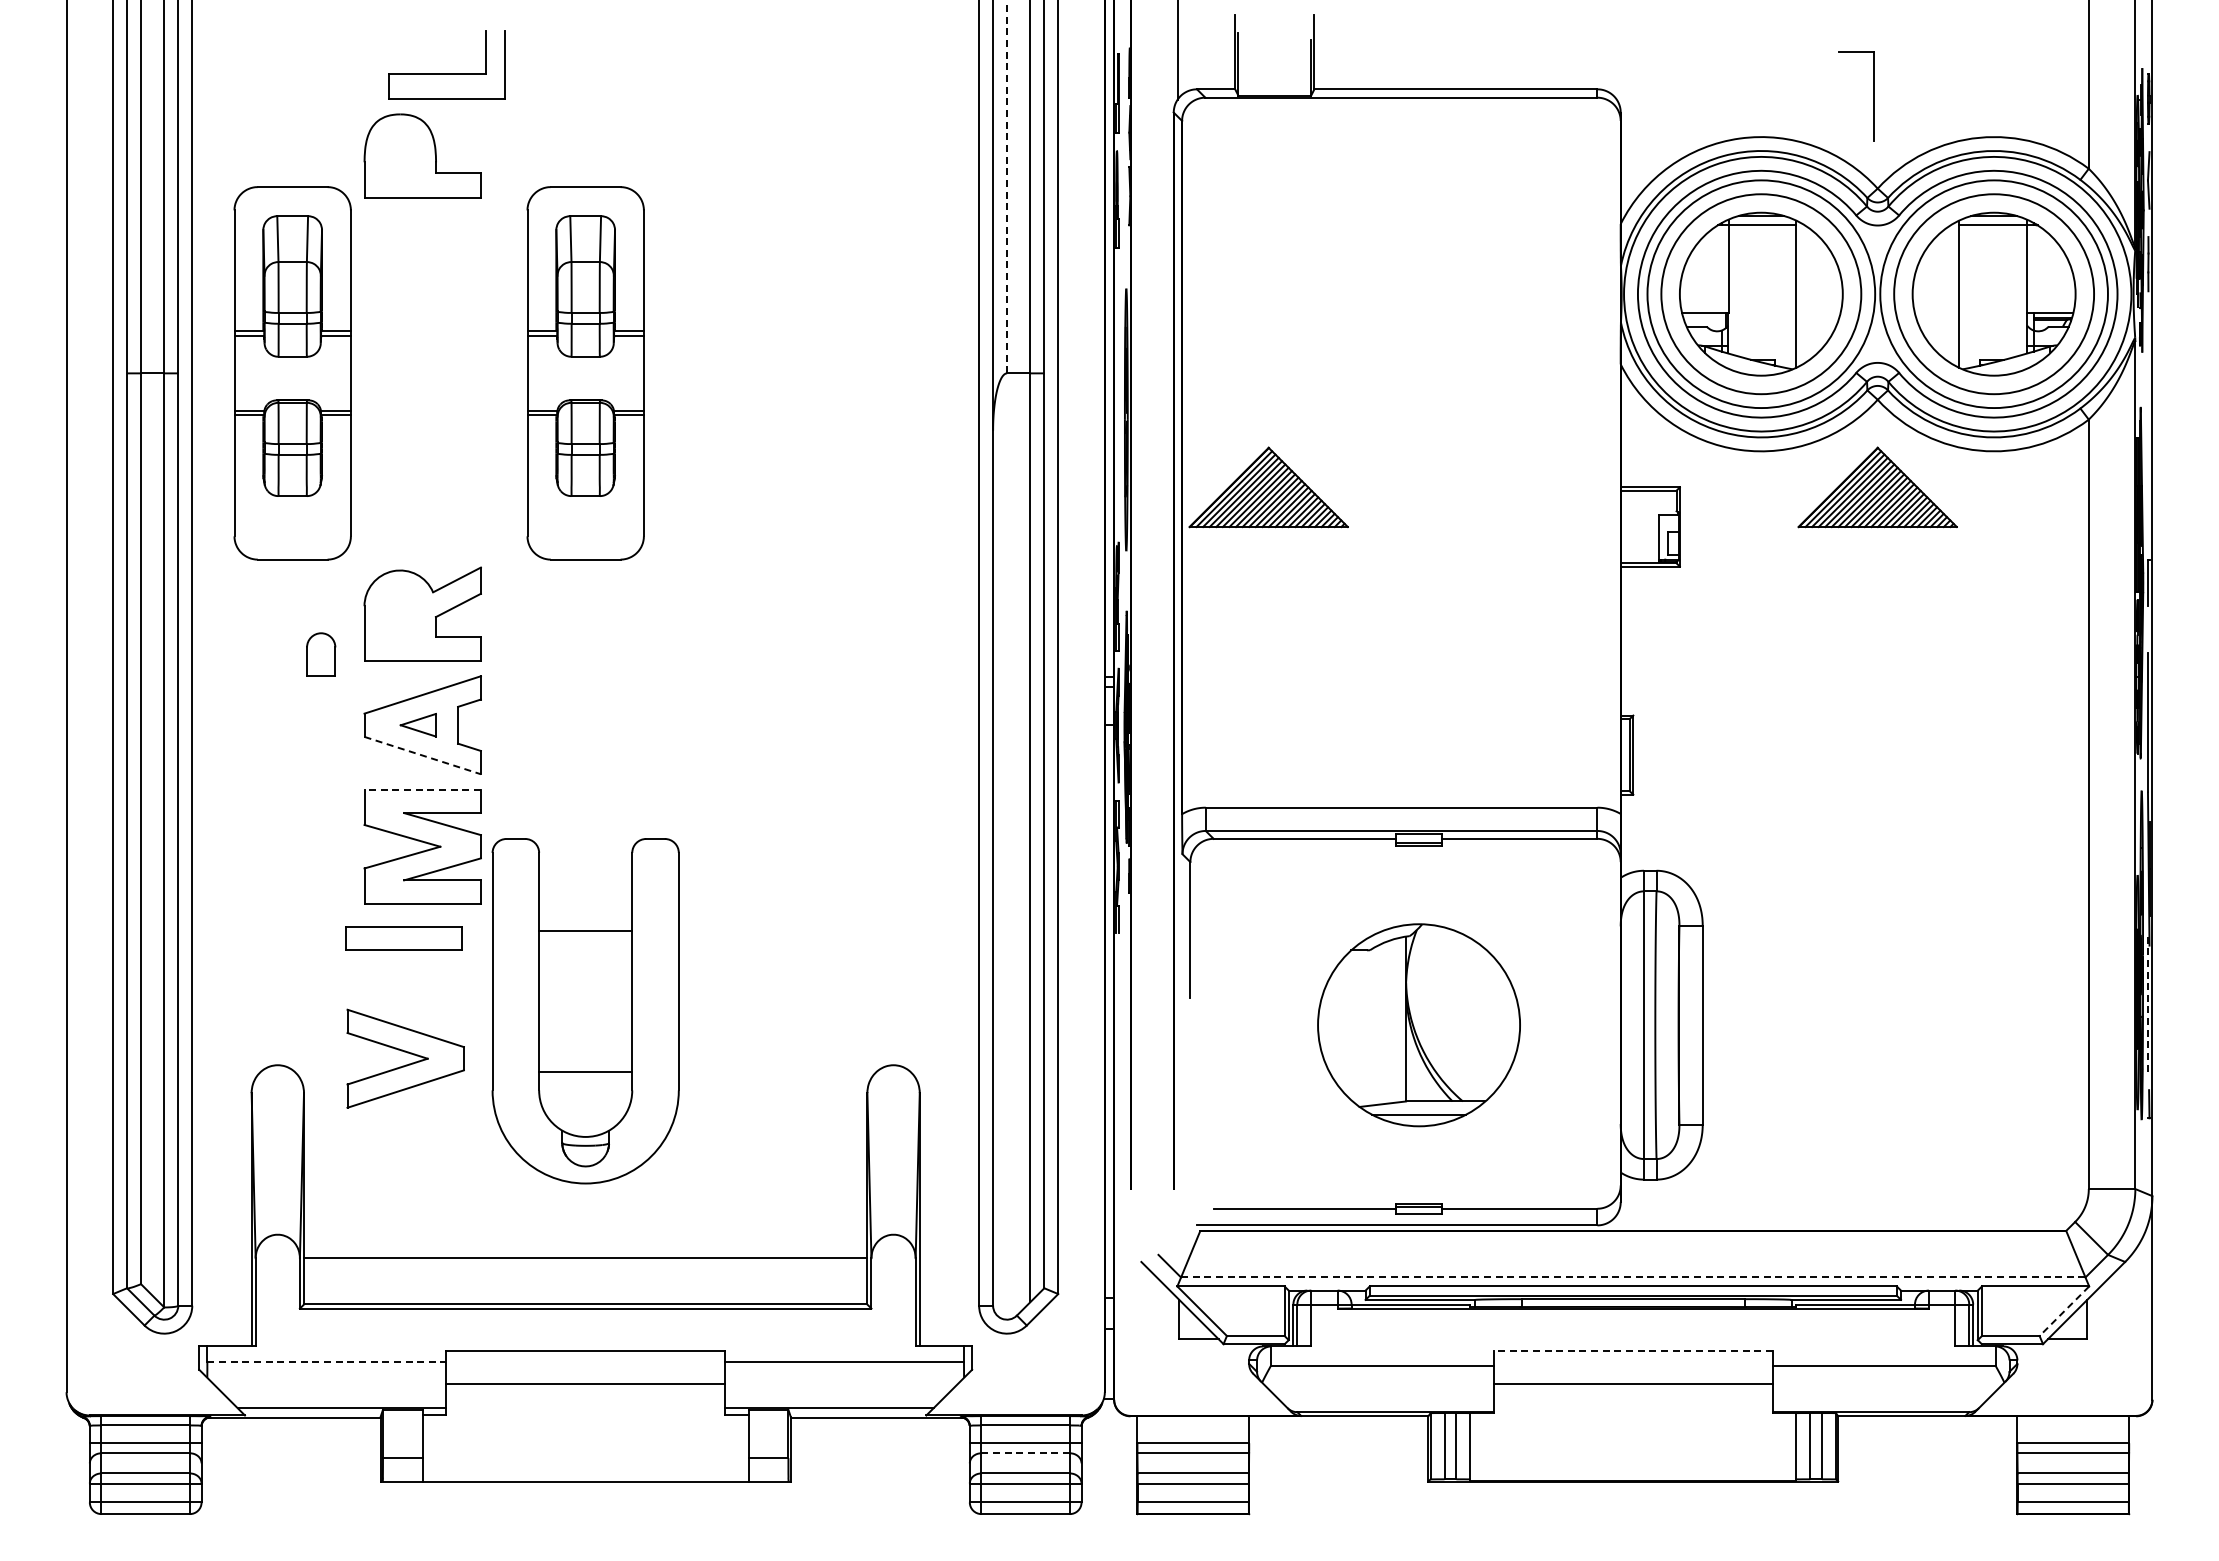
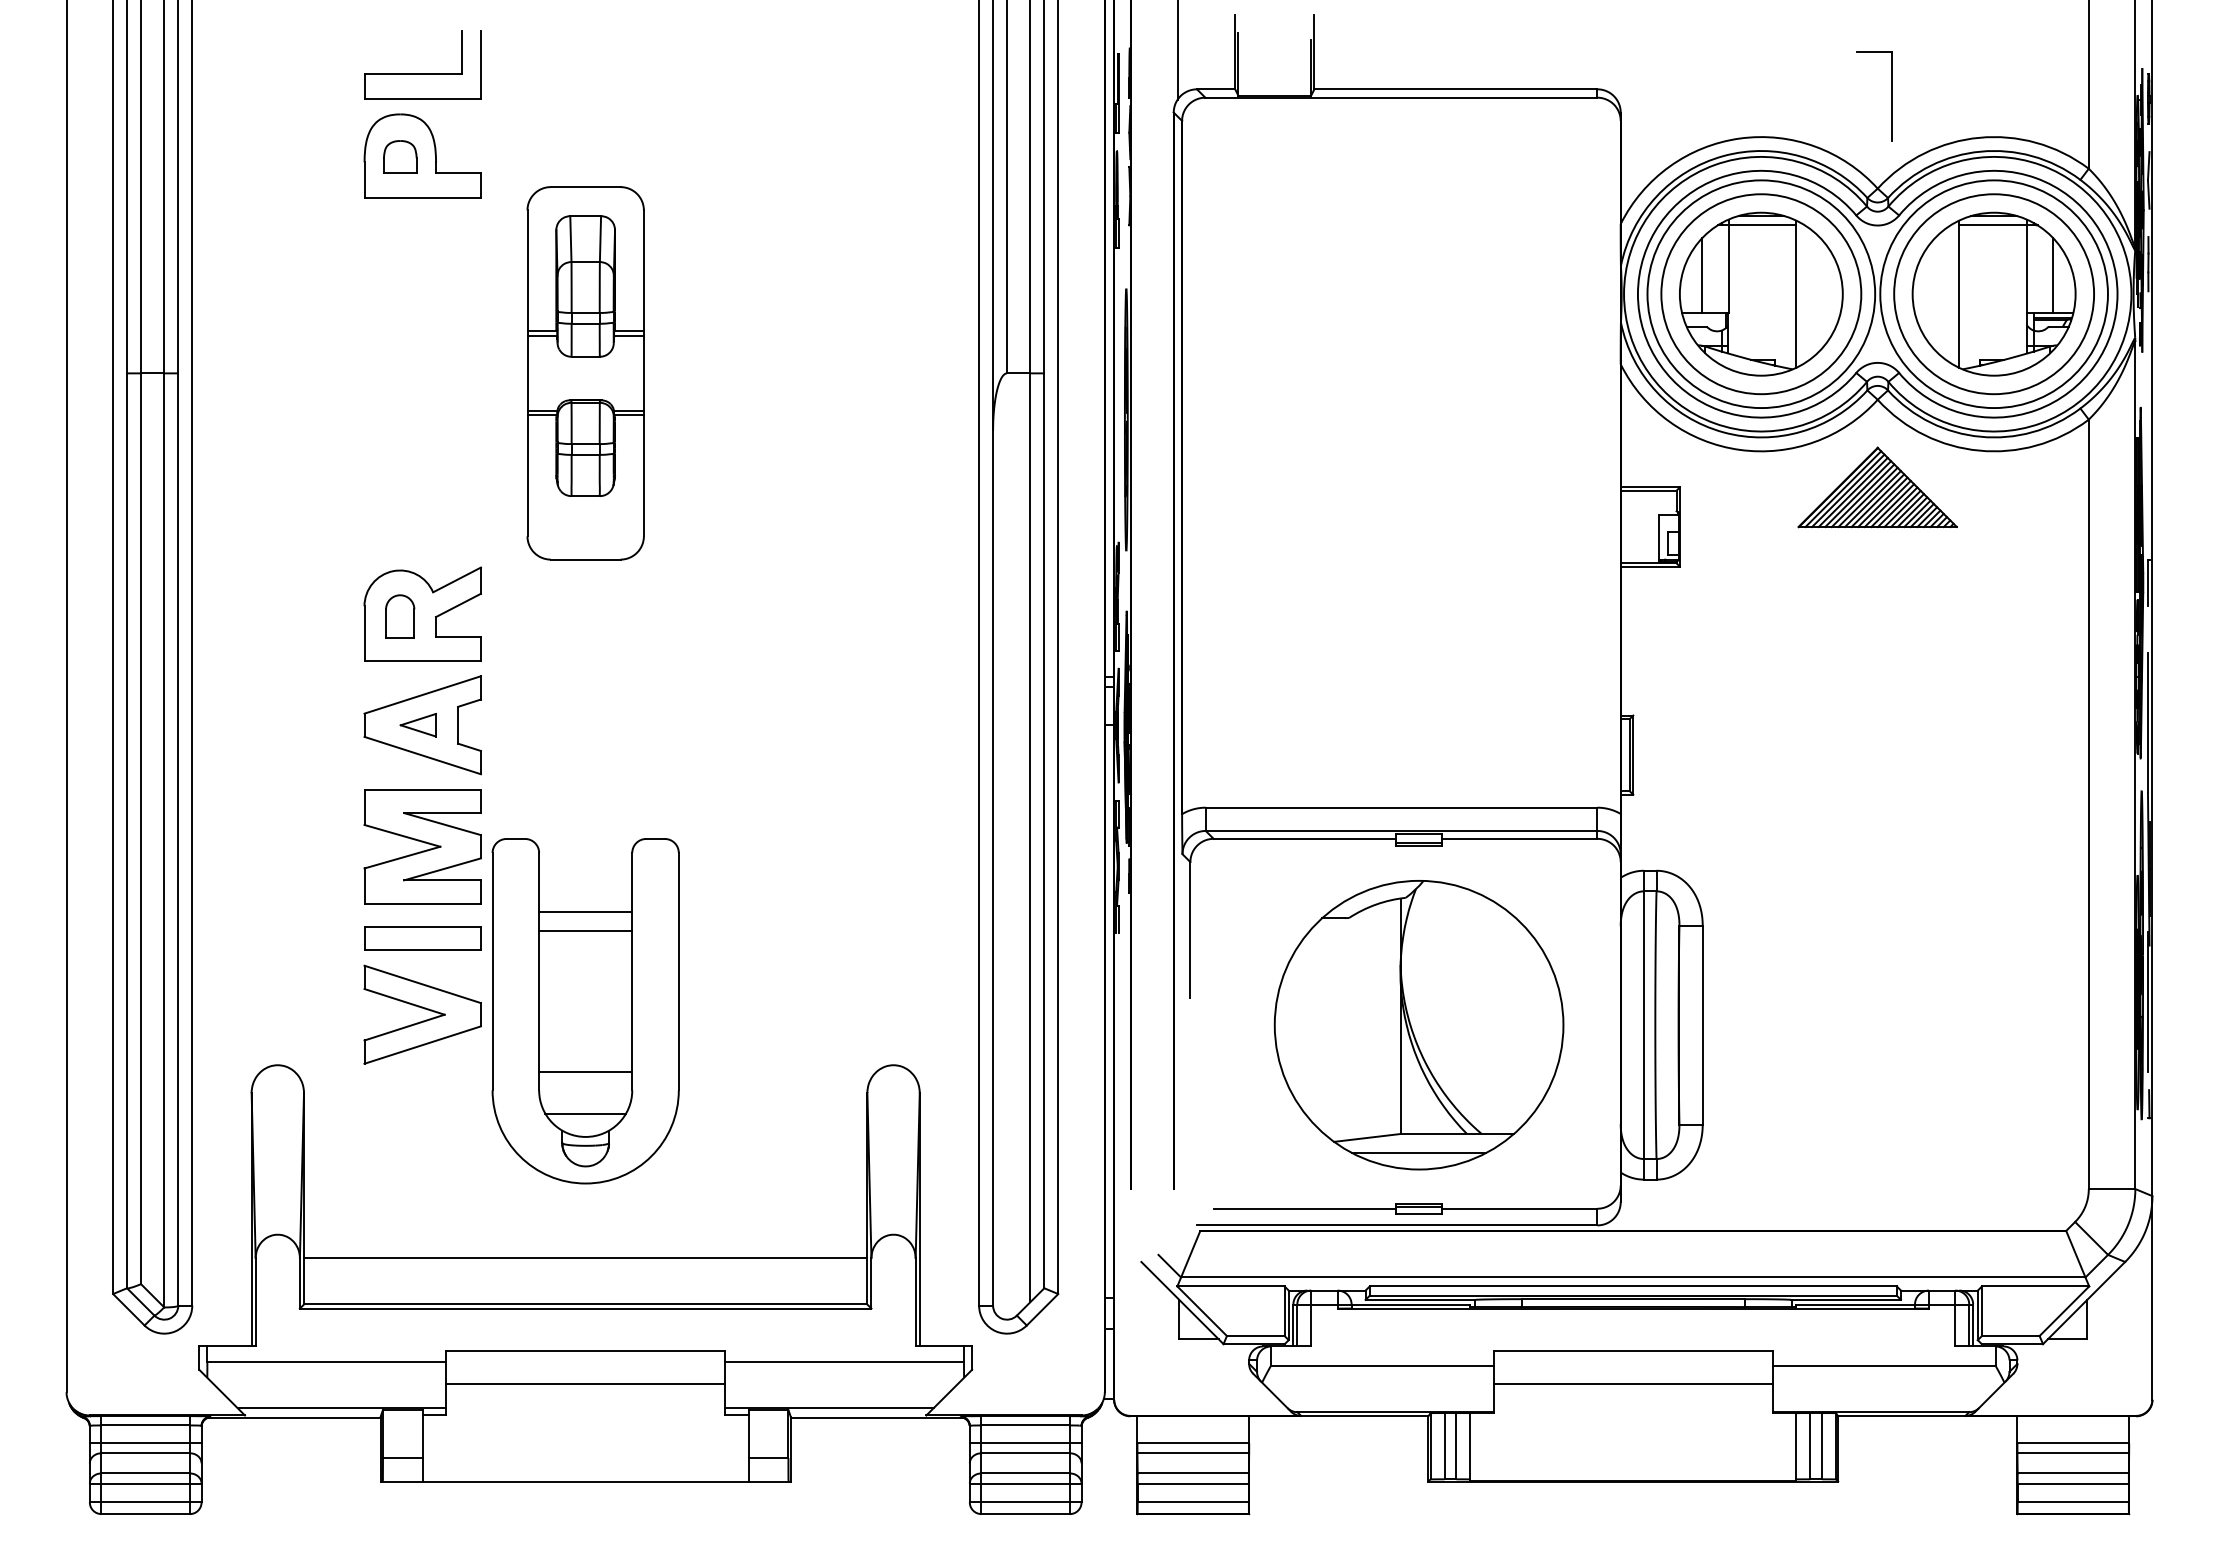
part at (446, 73) position: (446, 73) -> (422, 73)
part at (1873, 96) position: (1873, 96) -> (1891, 96)
part at (400, 156): none -> present
line at (1007, 186): dashed -> solid
line at (1702, 274): none -> present
line at (2053, 274): none -> present
part at (292, 373): present -> none
part at (1268, 487): present -> none
part at (321, 654) position: (321, 654) -> (400, 616)
line at (423, 755): dashed -> solid
line at (422, 789): dashed -> solid
line at (585, 911): none -> present
part at (403, 938) position: (403, 938) -> (422, 938)
line at (2147, 1001): dashed -> solid
part at (1418, 1025) size: 204x205 px -> 292x291 px
part at (405, 1058) position: (405, 1058) -> (422, 1014)
line at (585, 1113): none -> present
line at (1632, 1277): dashed -> solid
line at (2064, 1311): dashed -> solid
line at (1633, 1351): dashed -> solid
line at (327, 1361): dashed -> solid
line at (1026, 1453): dashed -> solid
